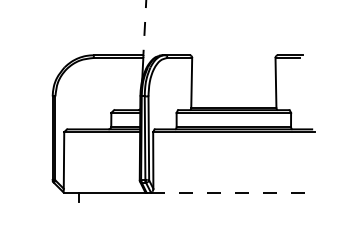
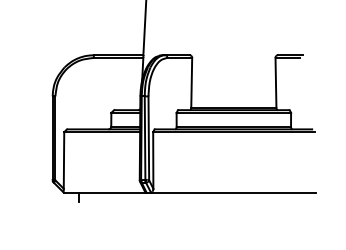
line at (144, 28): dashed -> solid
line at (233, 192): dashed -> solid
